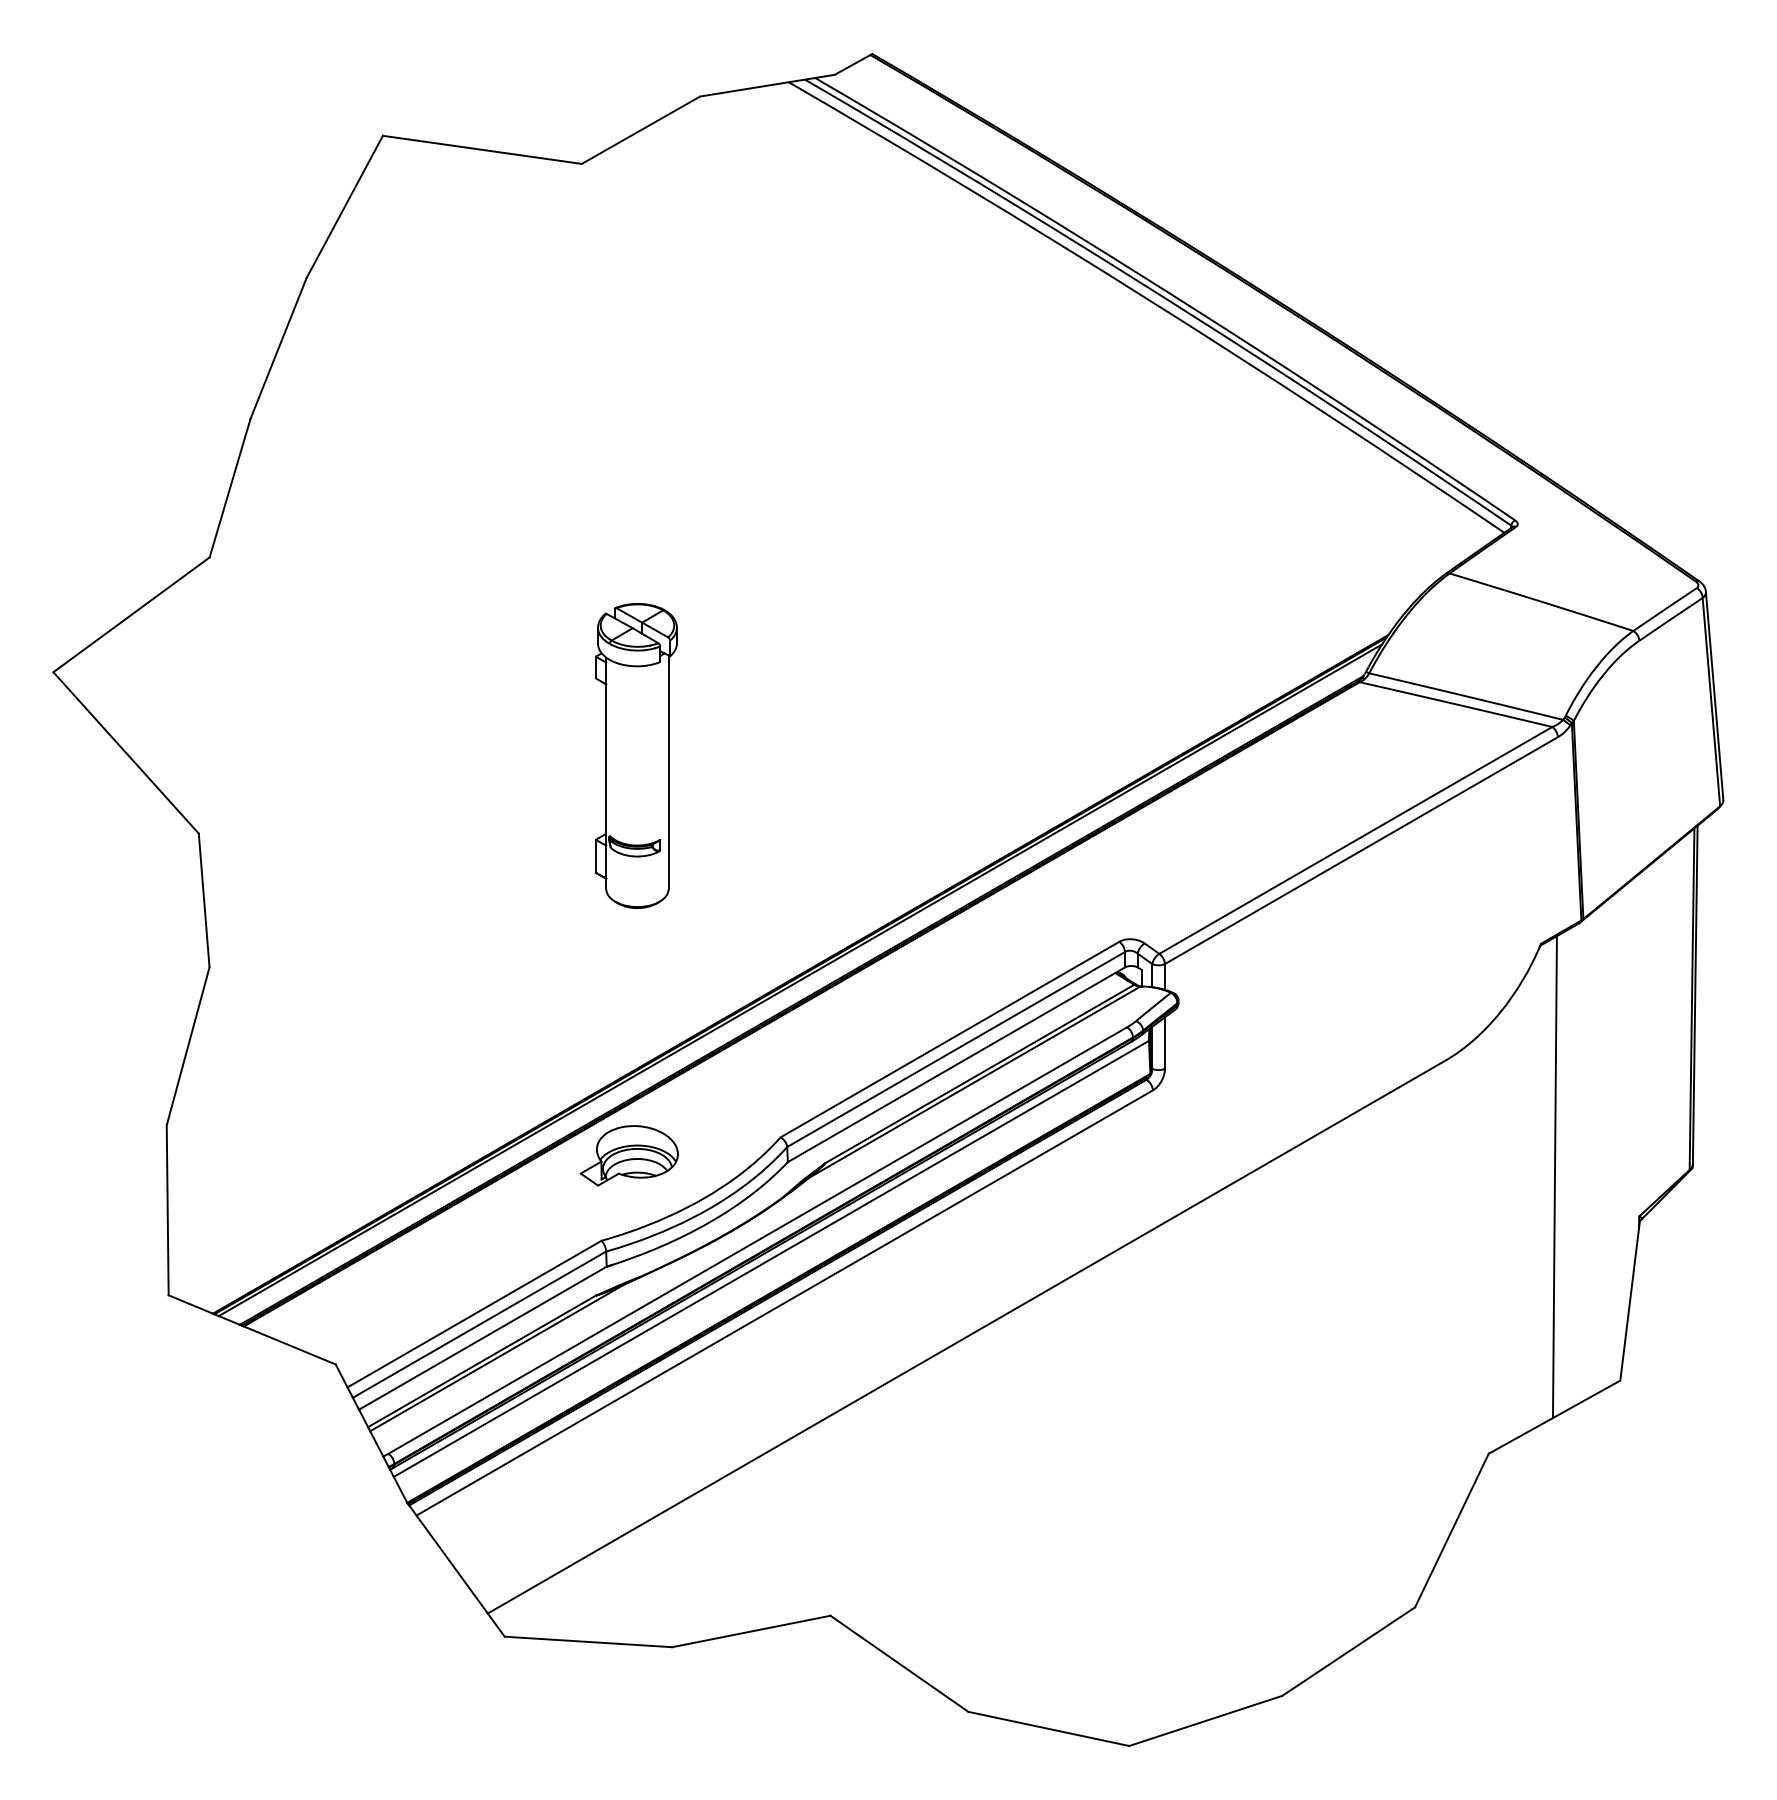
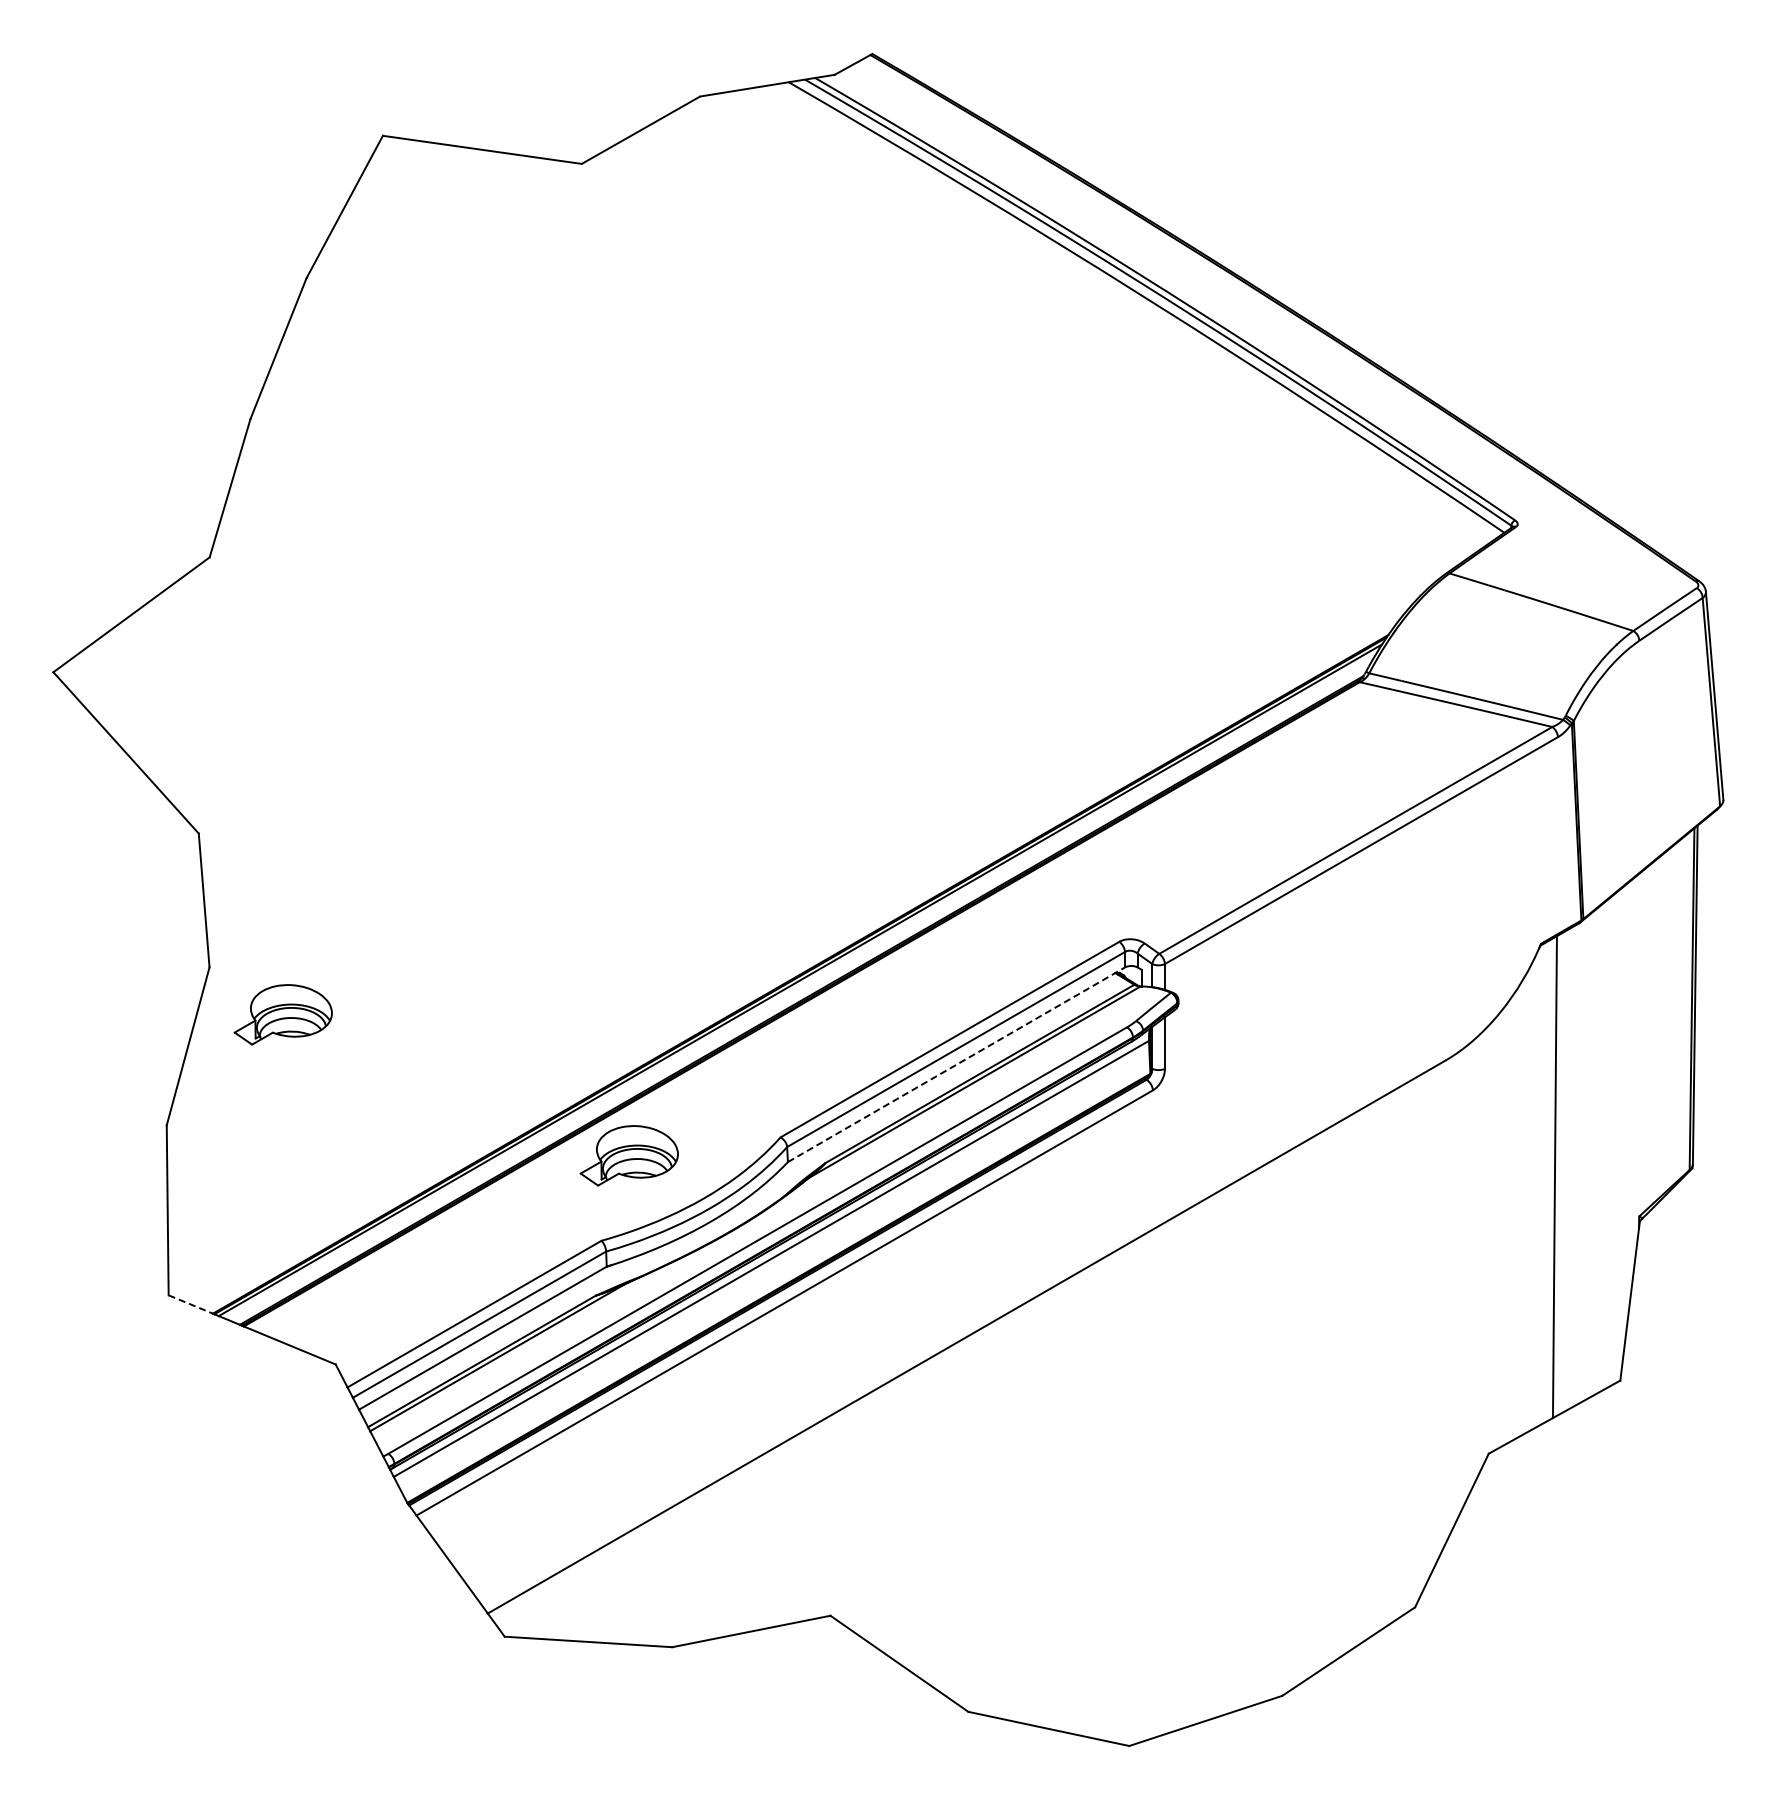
part at (635, 755): present -> none
part at (282, 1014): none -> present
line at (956, 1064): solid -> dashed
line at (190, 1304): solid -> dashed
